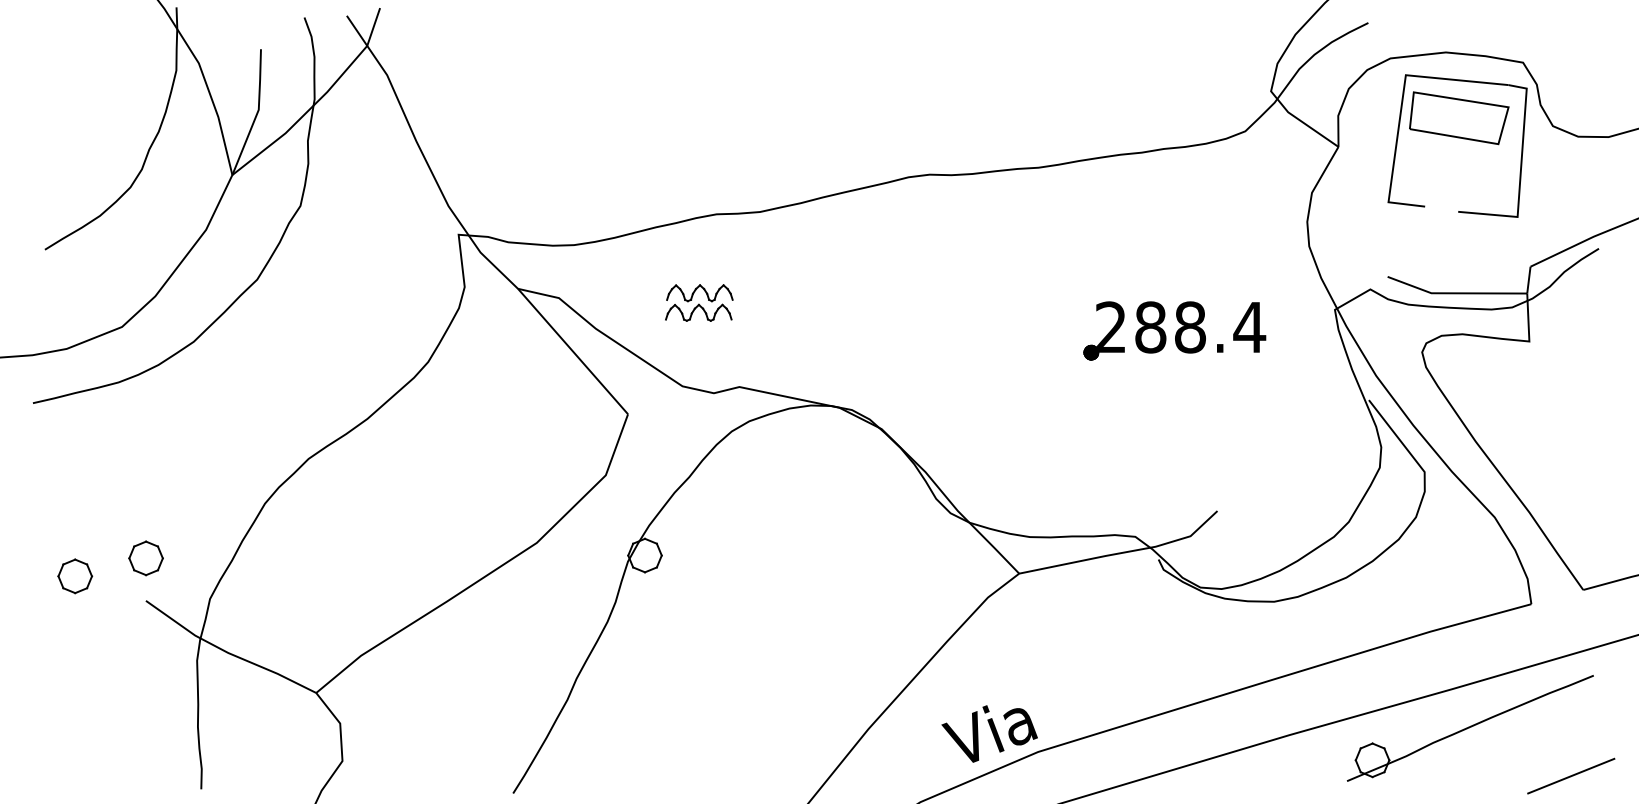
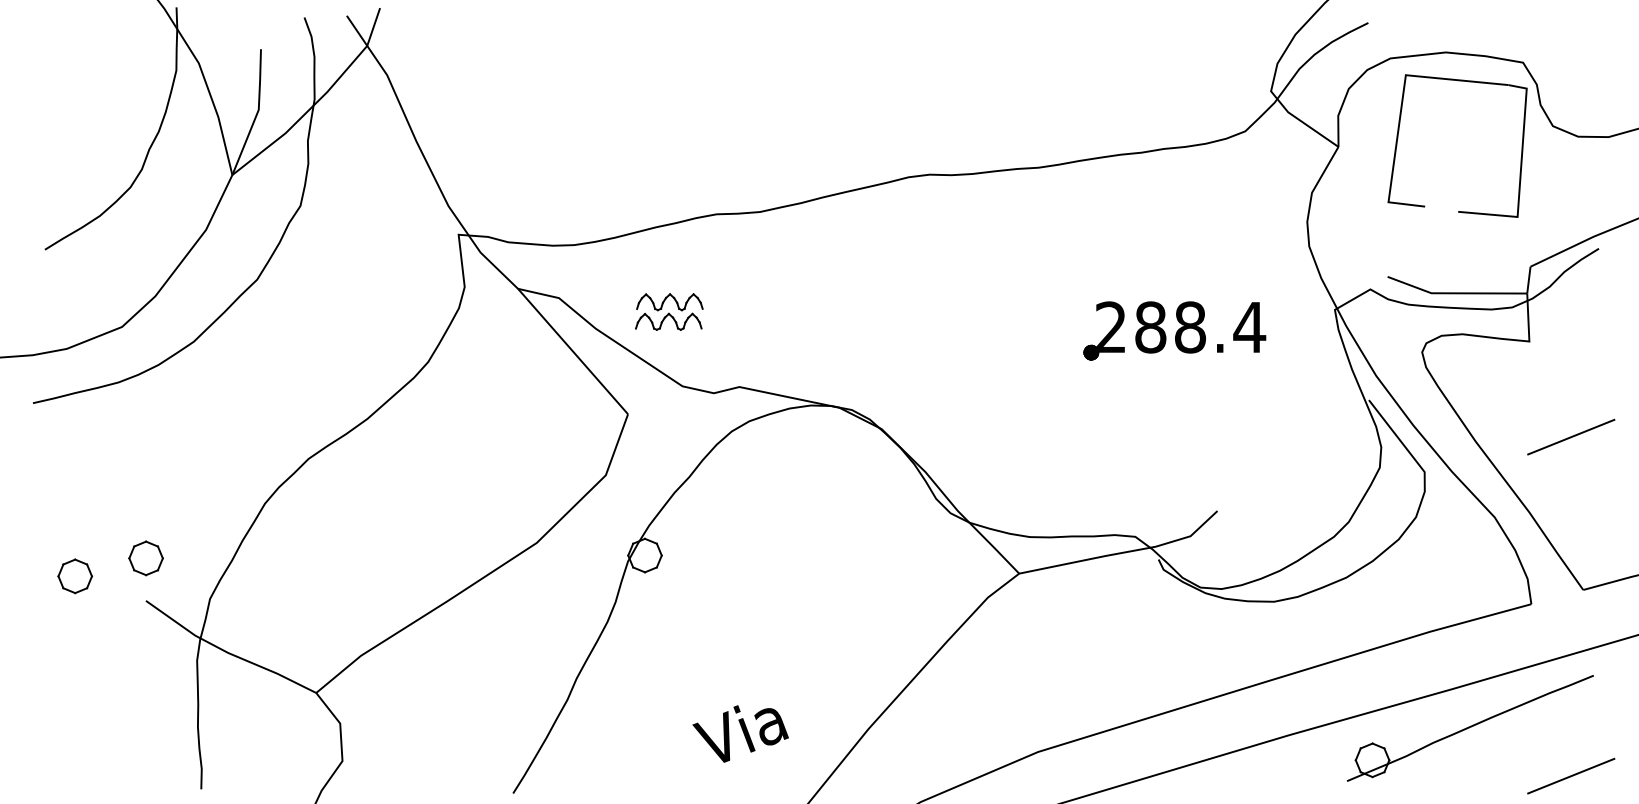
part at (1459, 118): present -> none
part at (699, 302) position: (699, 302) -> (669, 311)
line at (1571, 436): none -> present
text at (989, 733) position: (989, 733) -> (740, 733)
